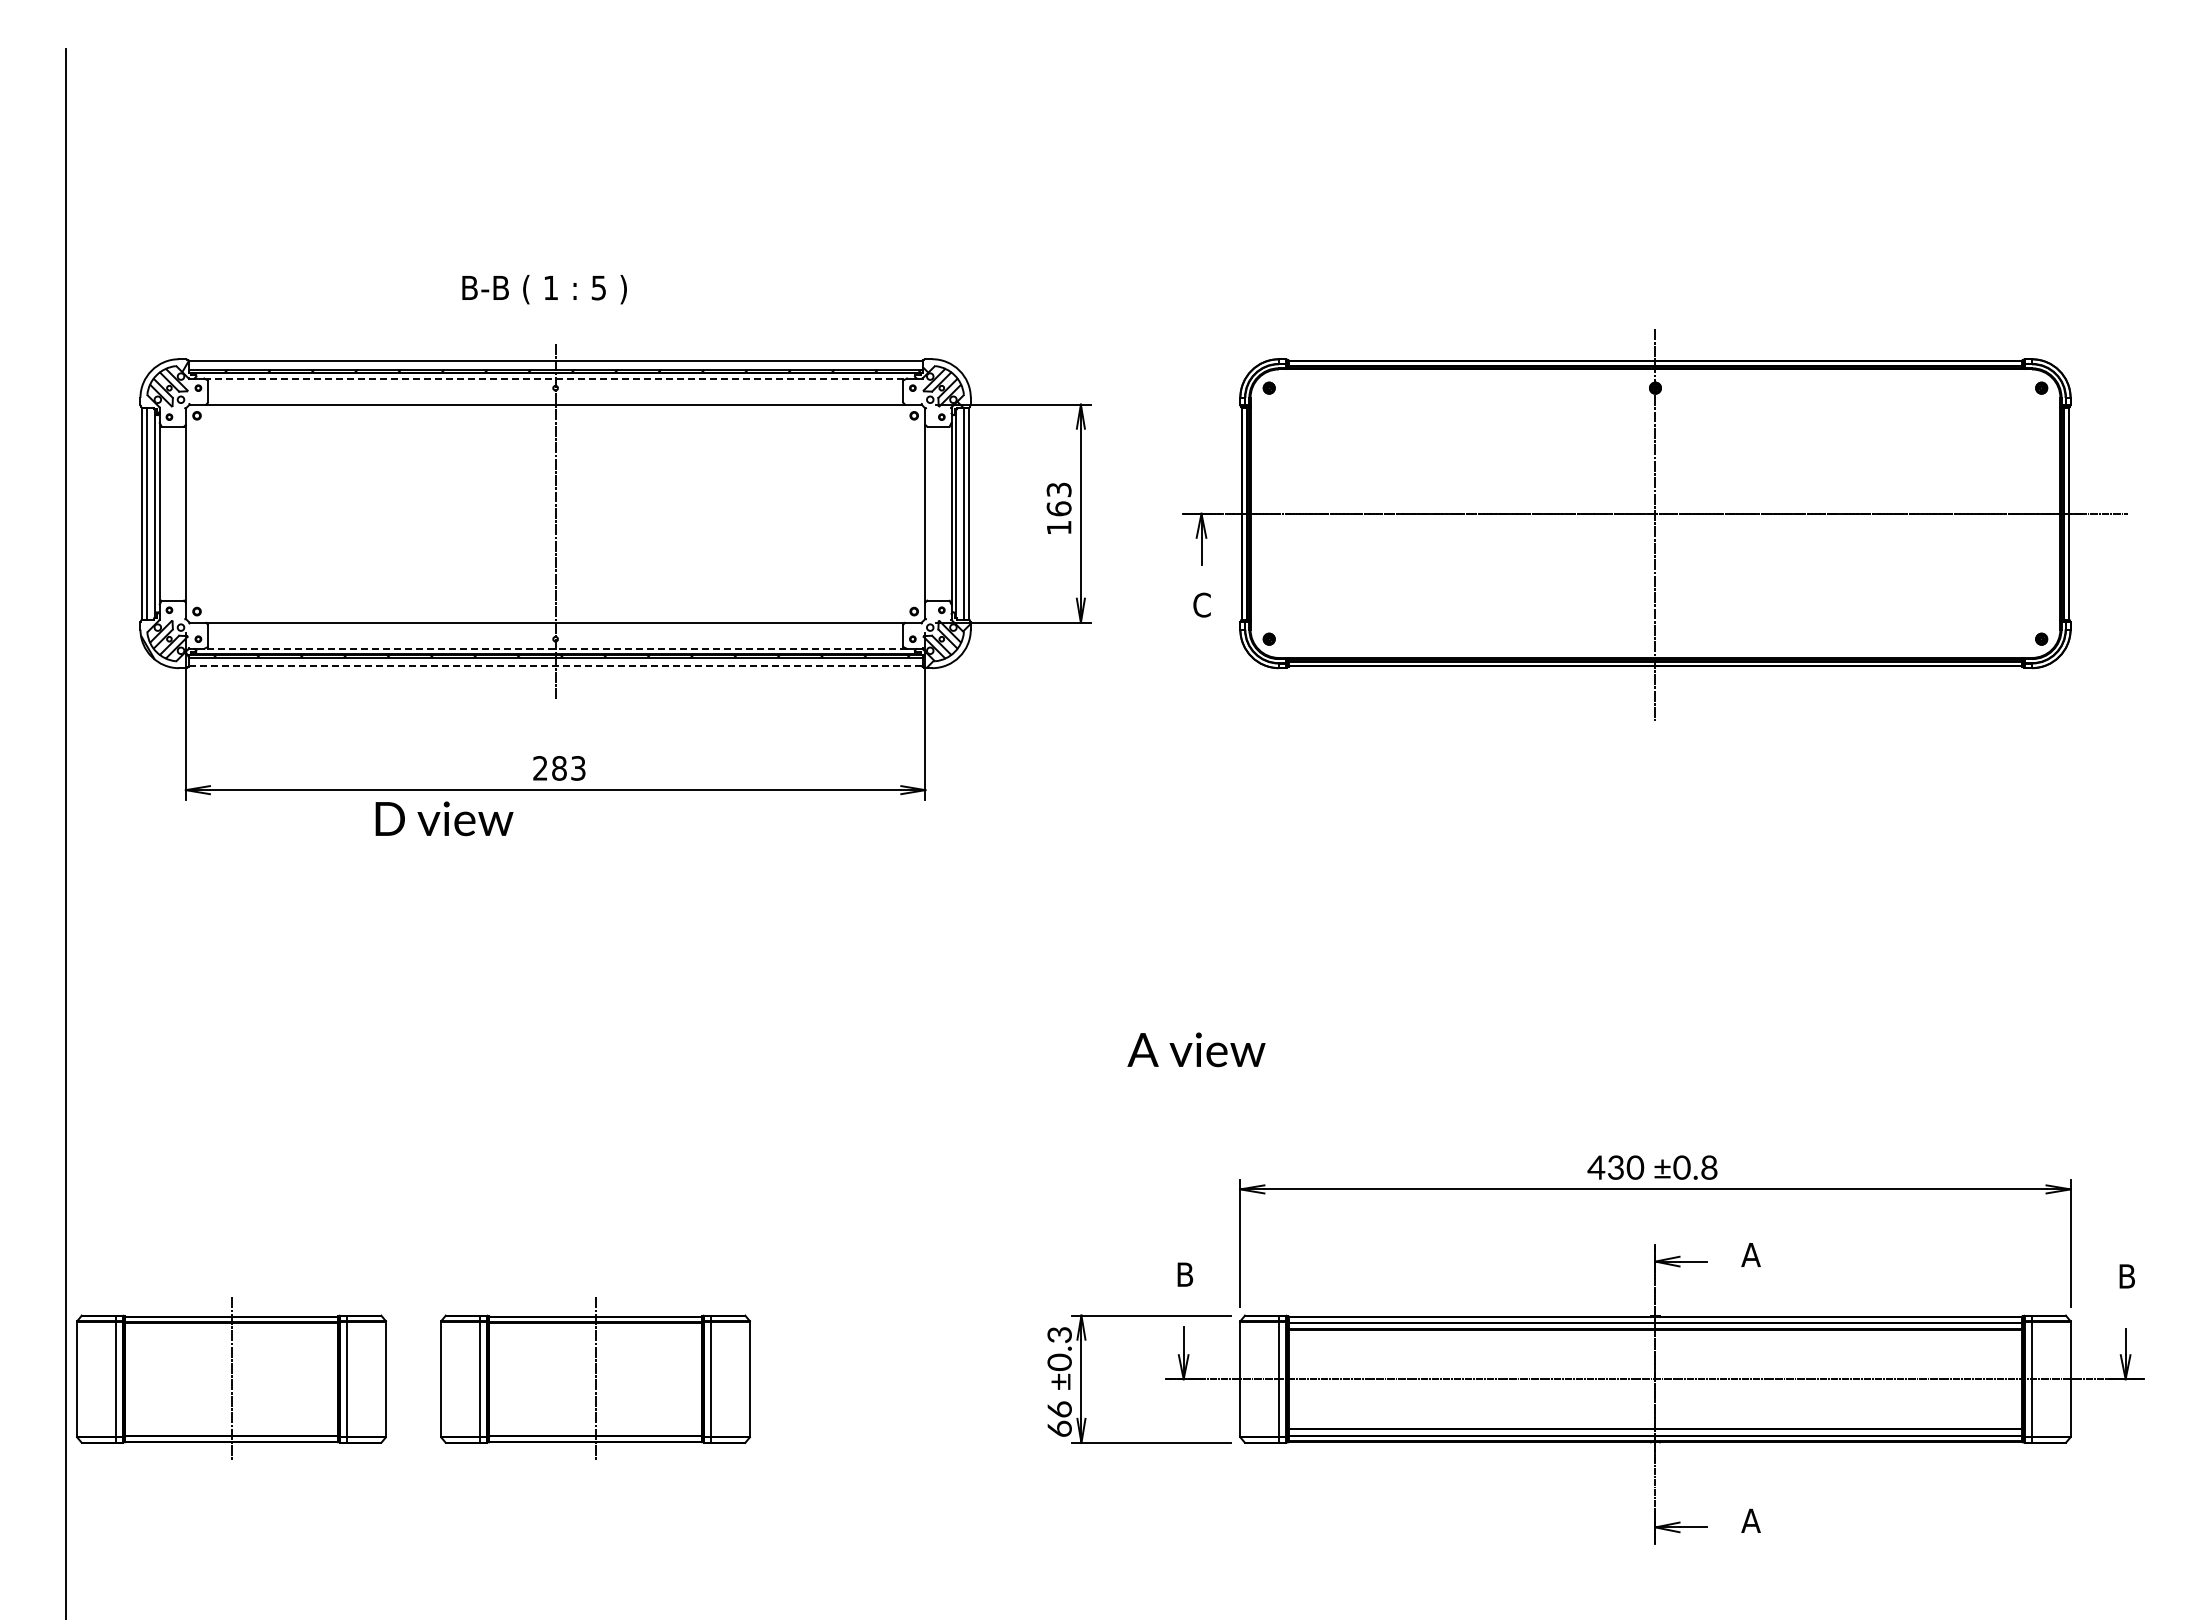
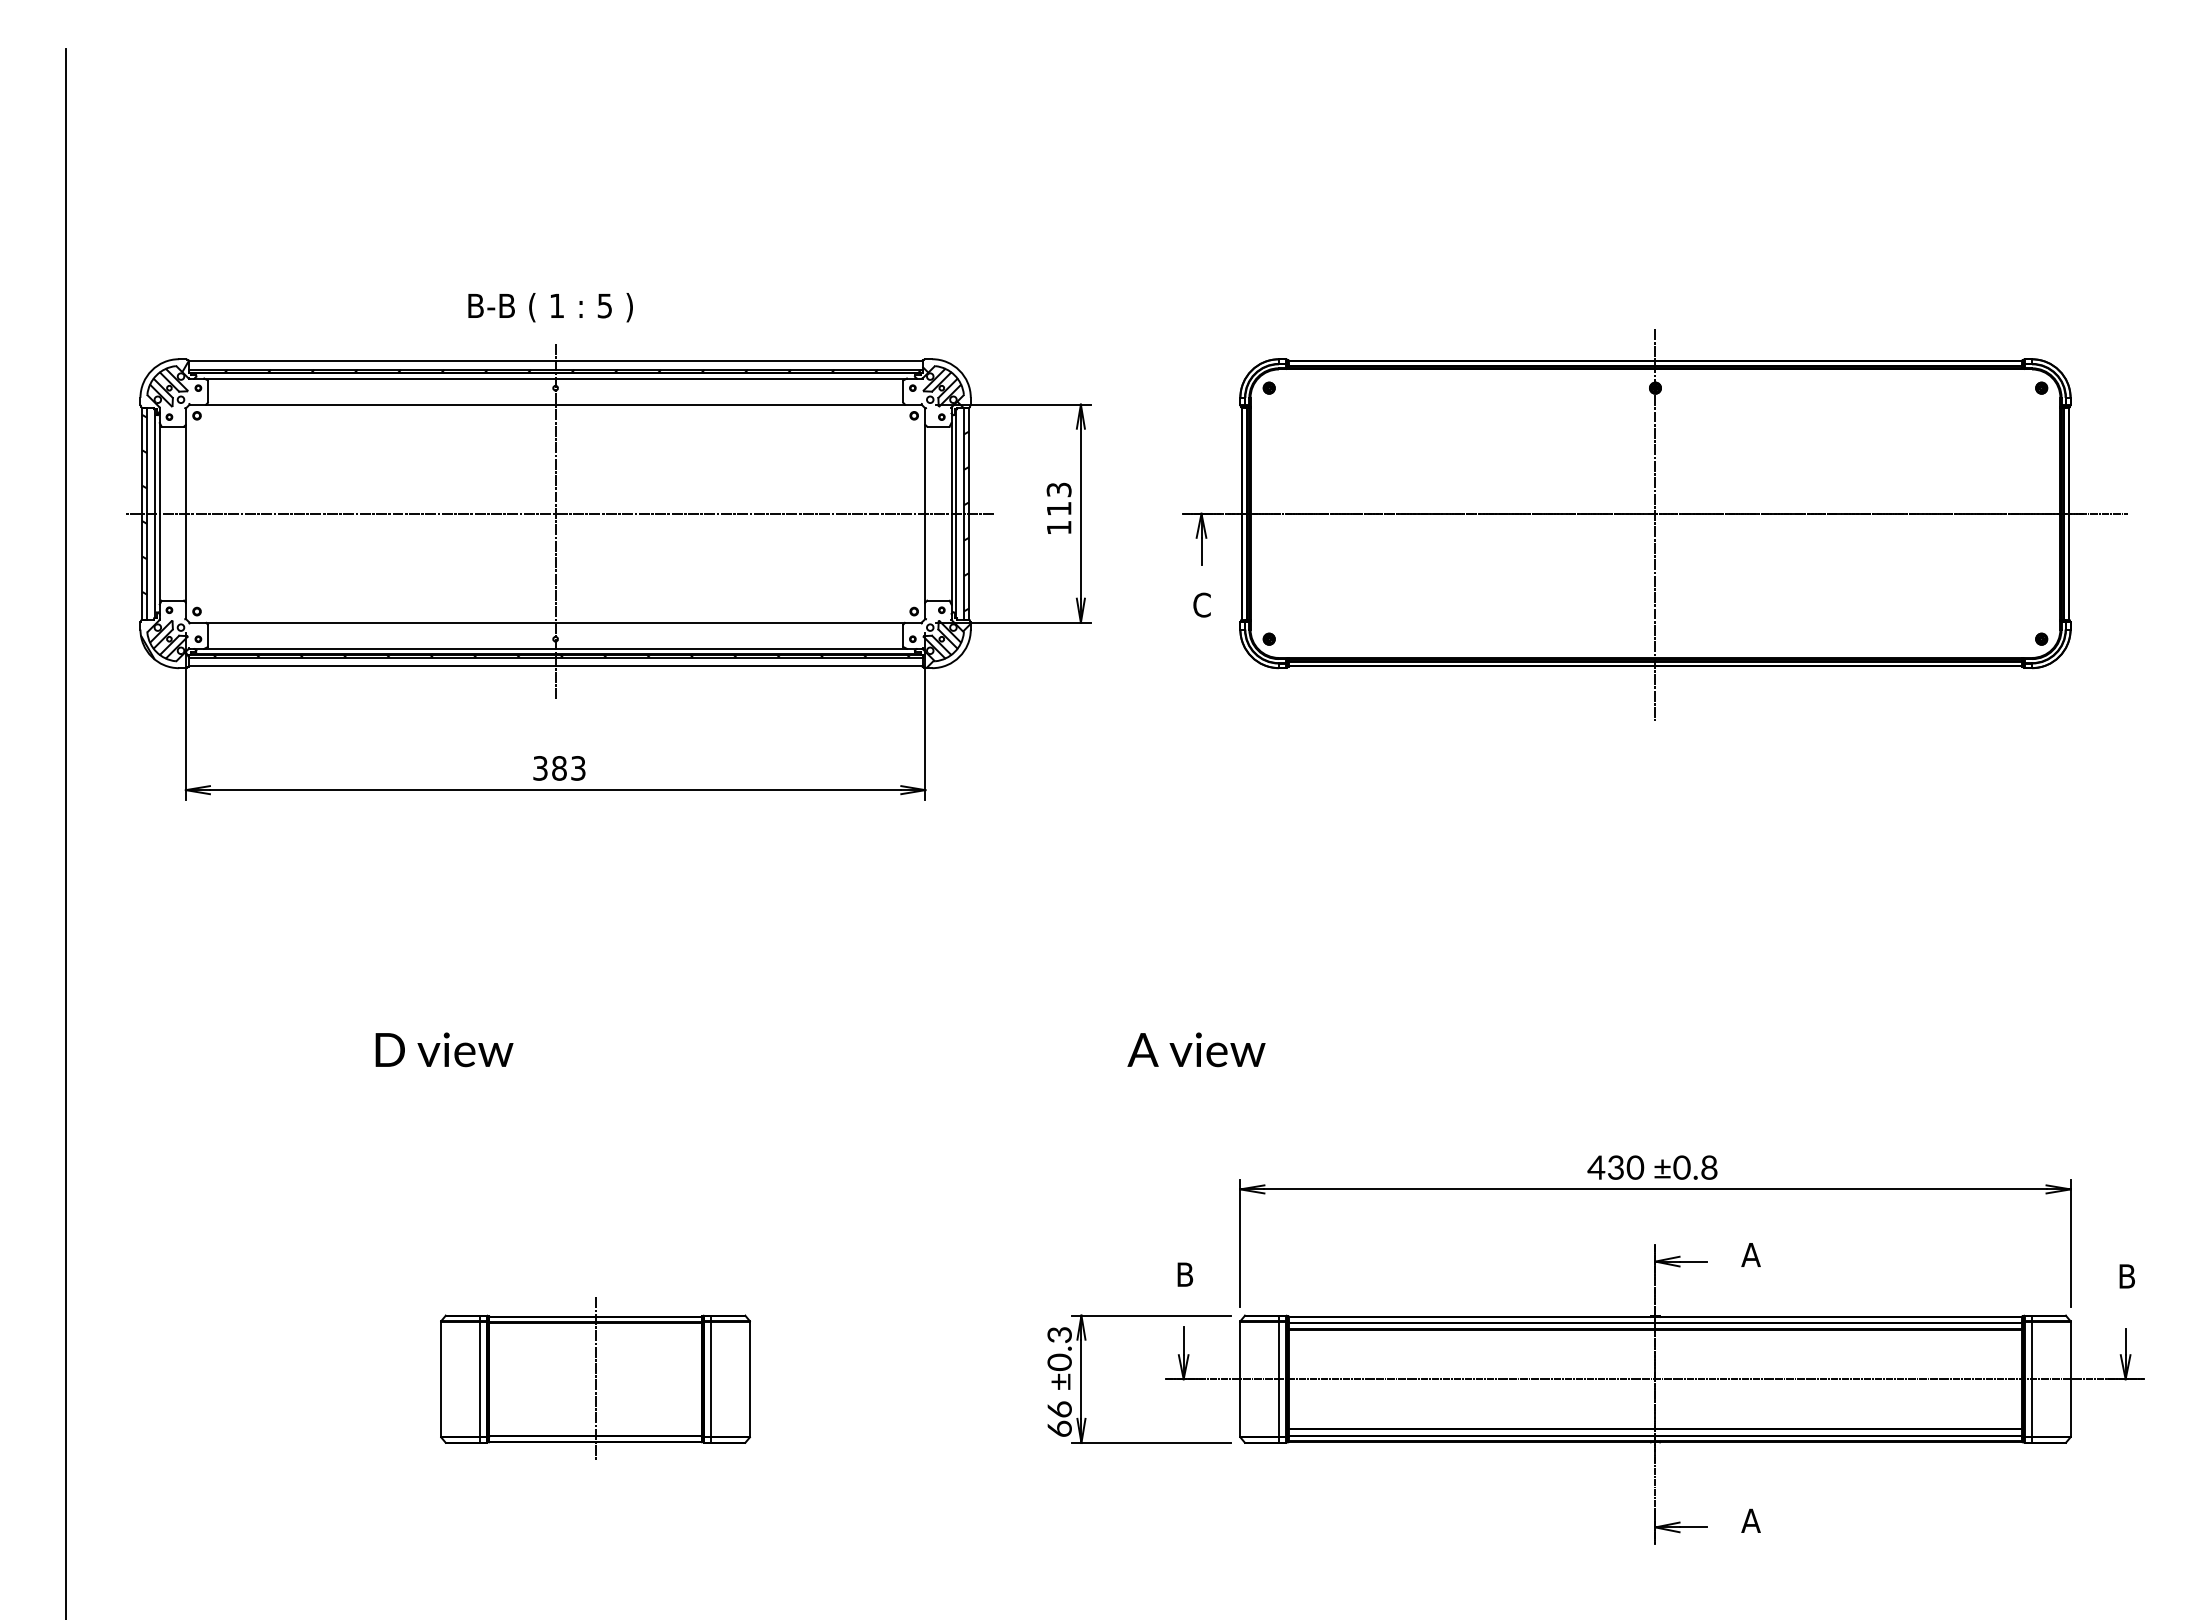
text at (544, 289) position: (544, 289) -> (550, 307)
line at (555, 378): dashed -> solid
hatch at (144, 504): none -> present
text at (1058, 508): 163 -> 113
line at (559, 513): none -> present
hatch at (966, 521): none -> present
line at (555, 648): dashed -> solid
line at (555, 666): dashed -> solid
text at (540, 768): 283 -> 383
text at (444, 818) position: (444, 818) -> (444, 1049)
part at (231, 1378): present -> none
